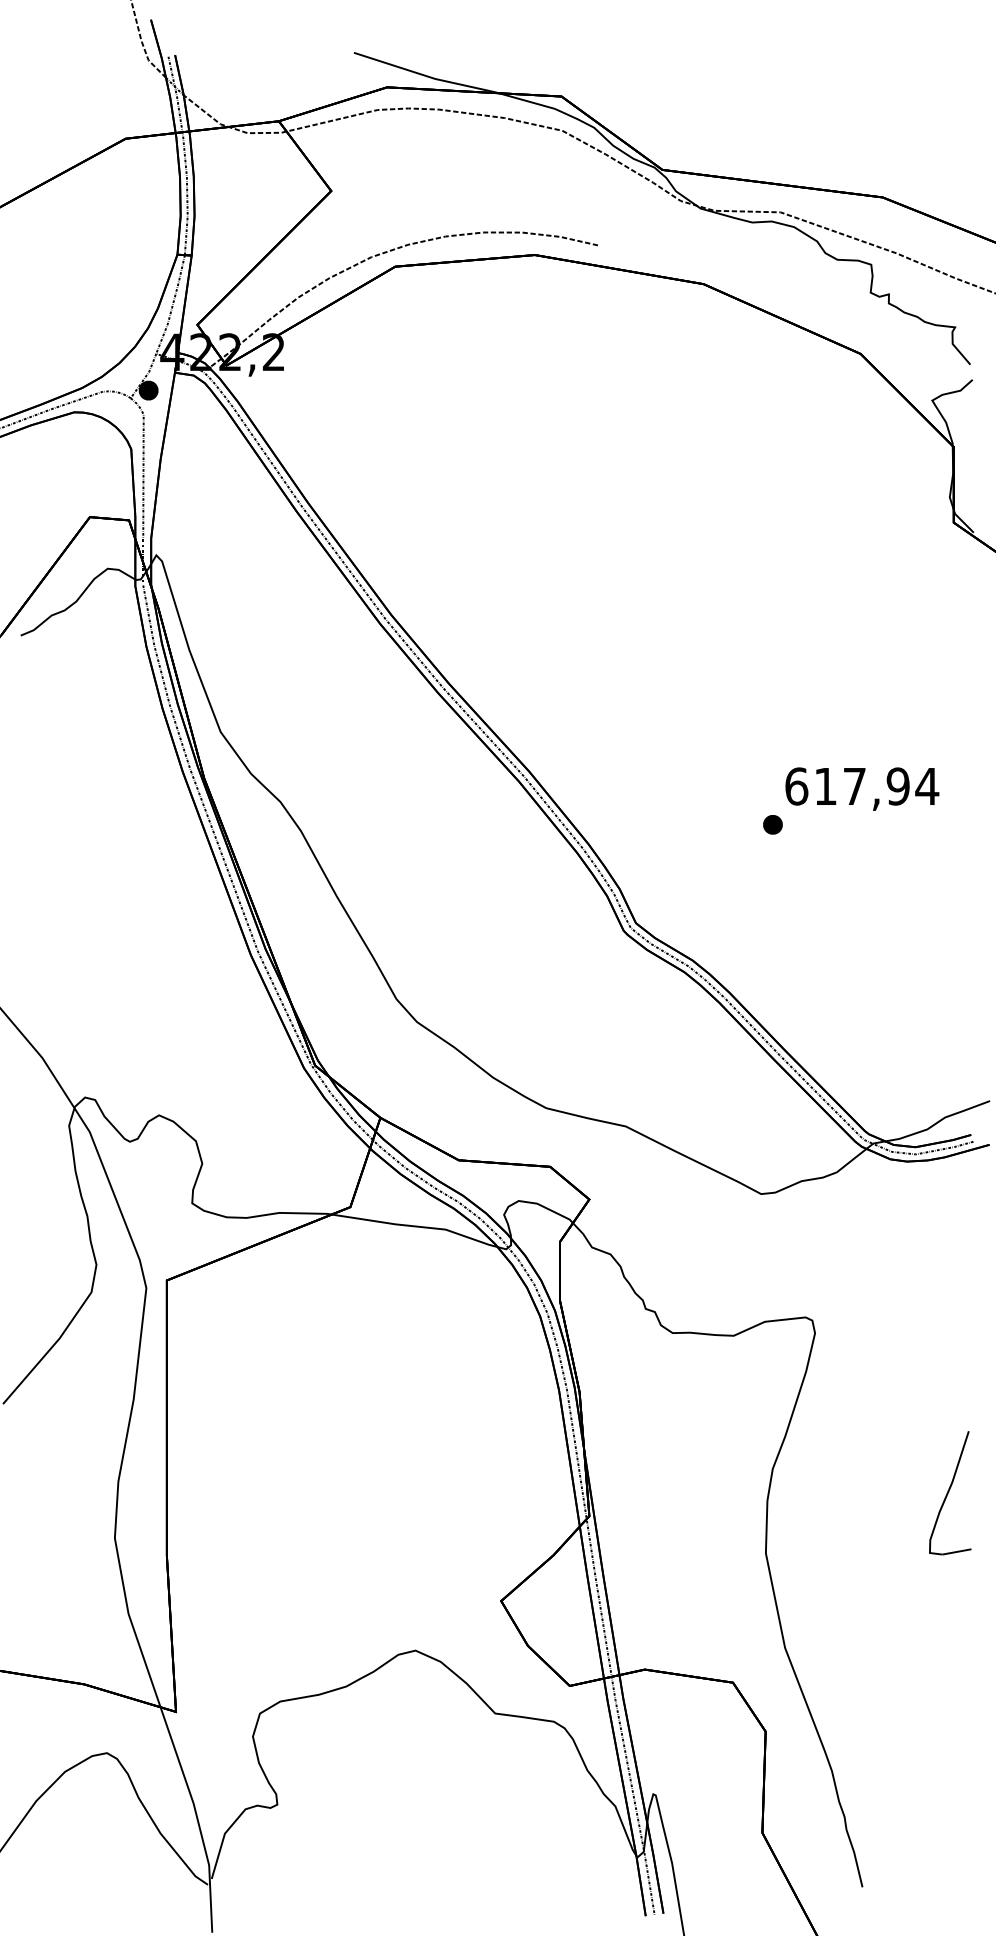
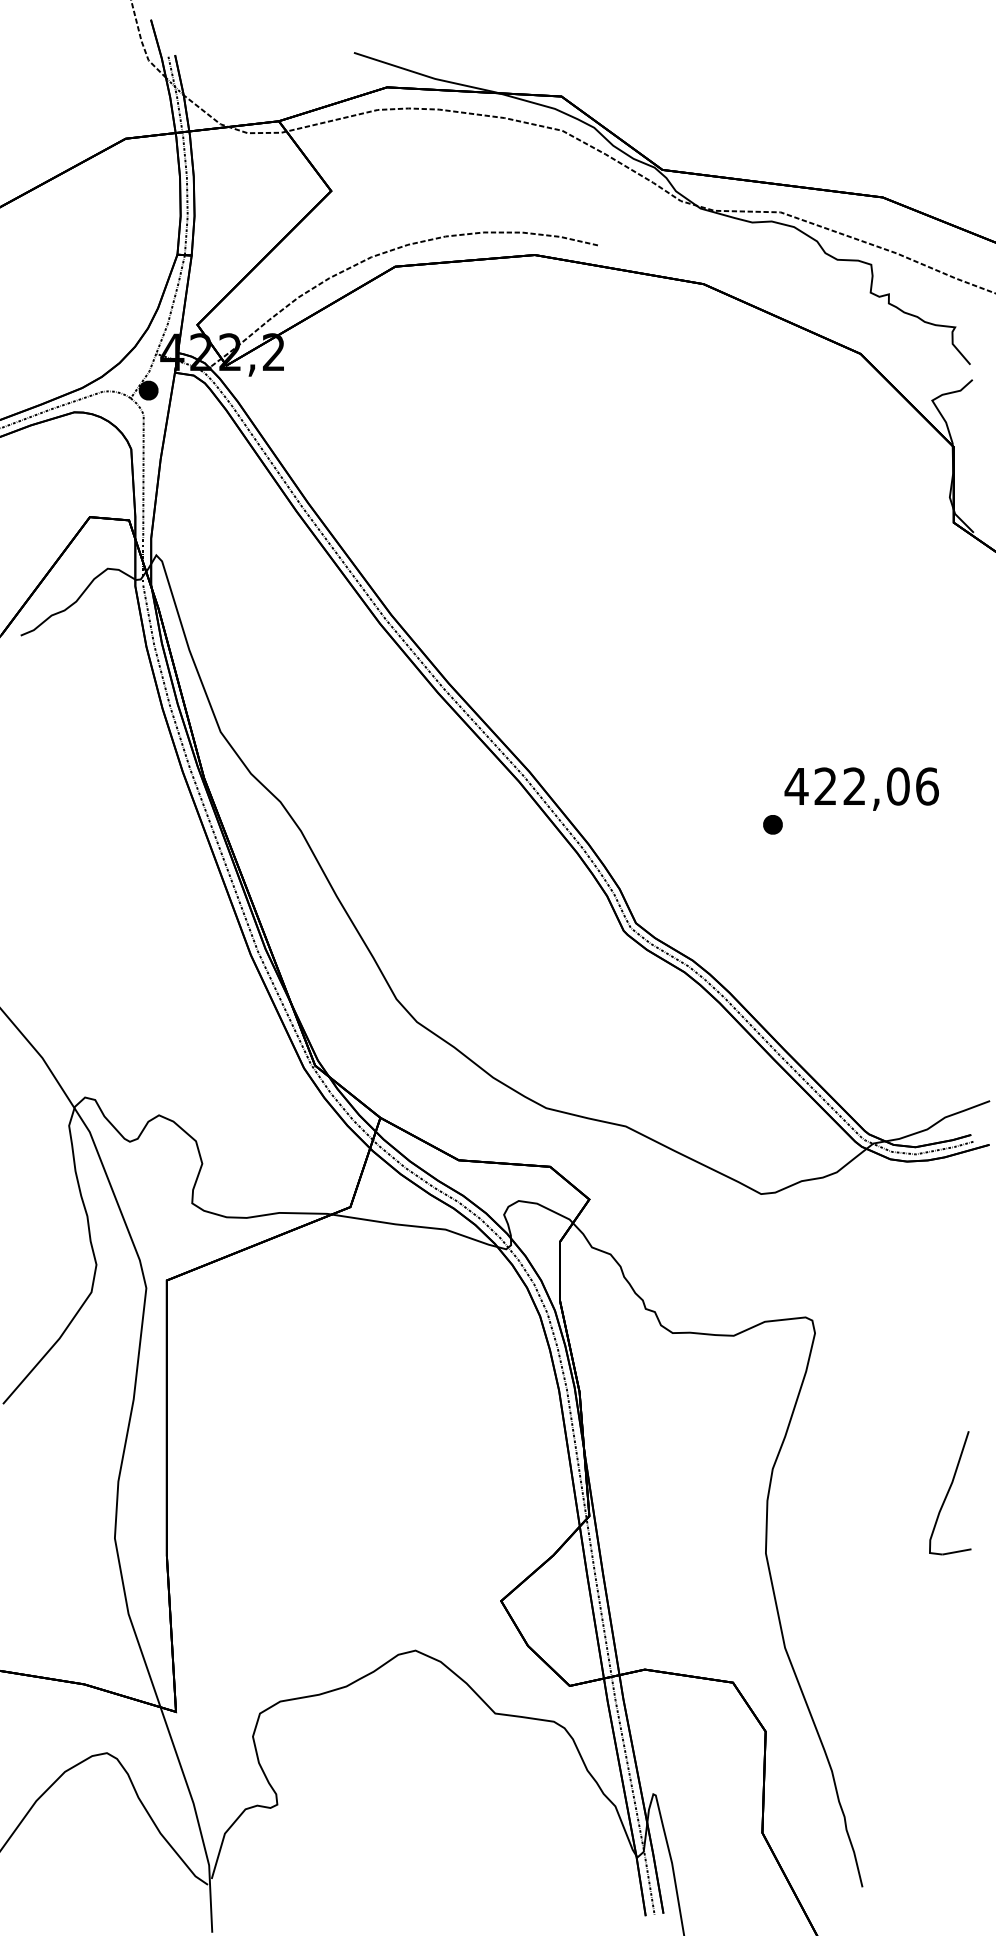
text at (861, 786): 617,94 -> 422,06
